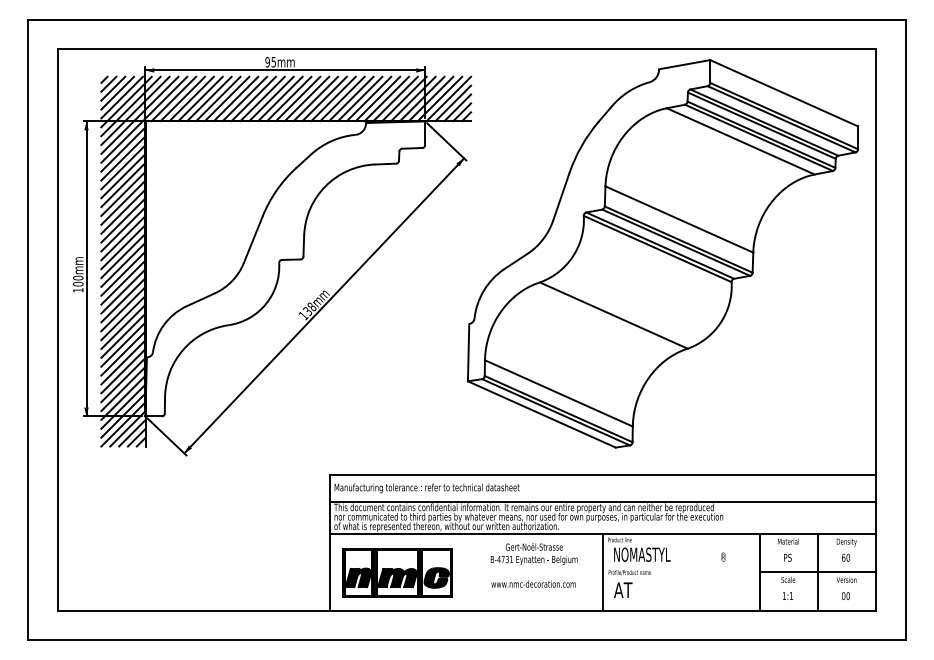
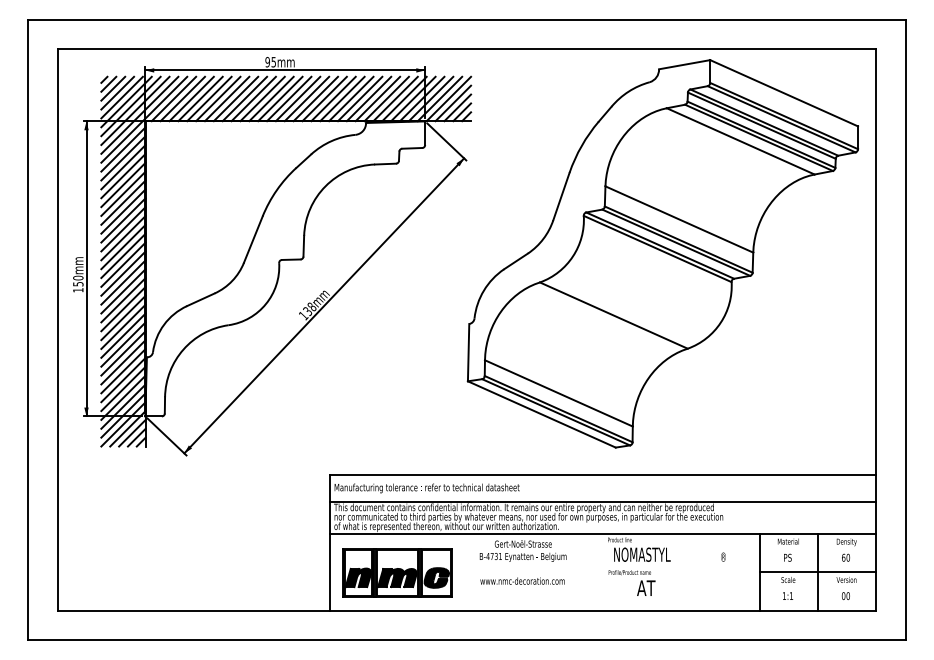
text at (78, 283): 100mm -> 150mm
text at (533, 565) position: (533, 565) -> (522, 562)
line at (602, 572): present -> none
text at (623, 589) position: (623, 589) -> (646, 587)
